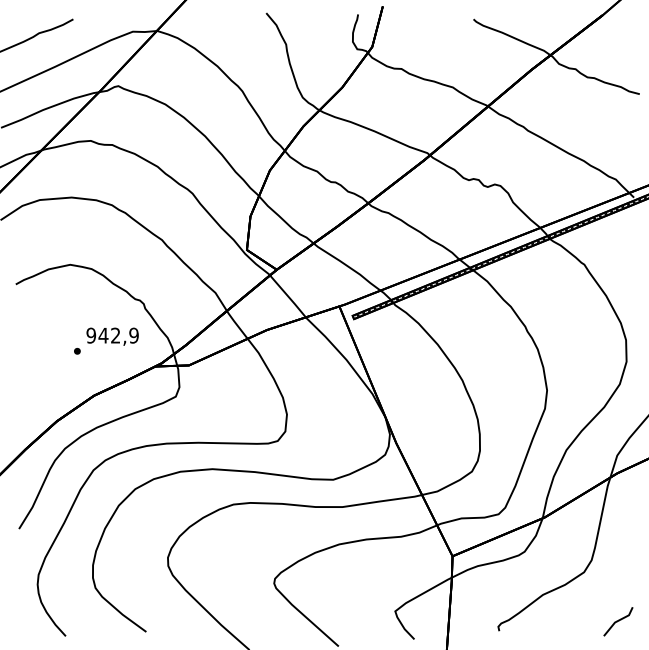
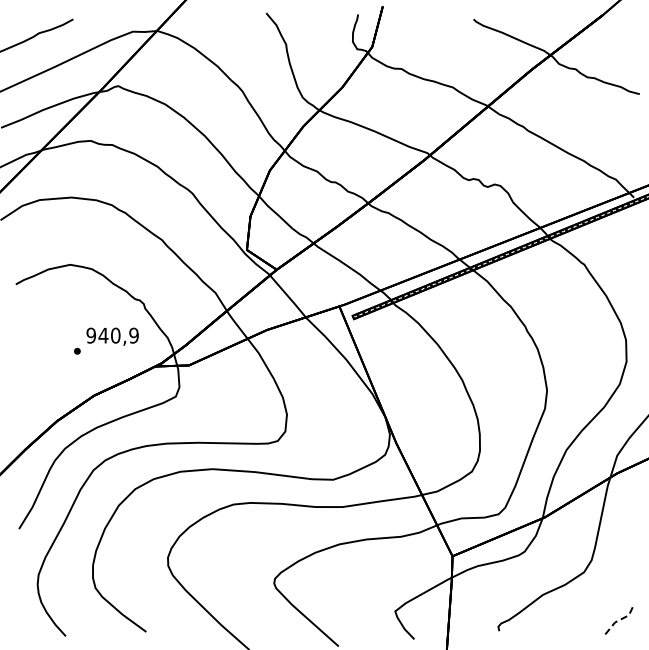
text at (115, 335): 942,9 -> 940,9
line at (617, 621): solid -> dashed
